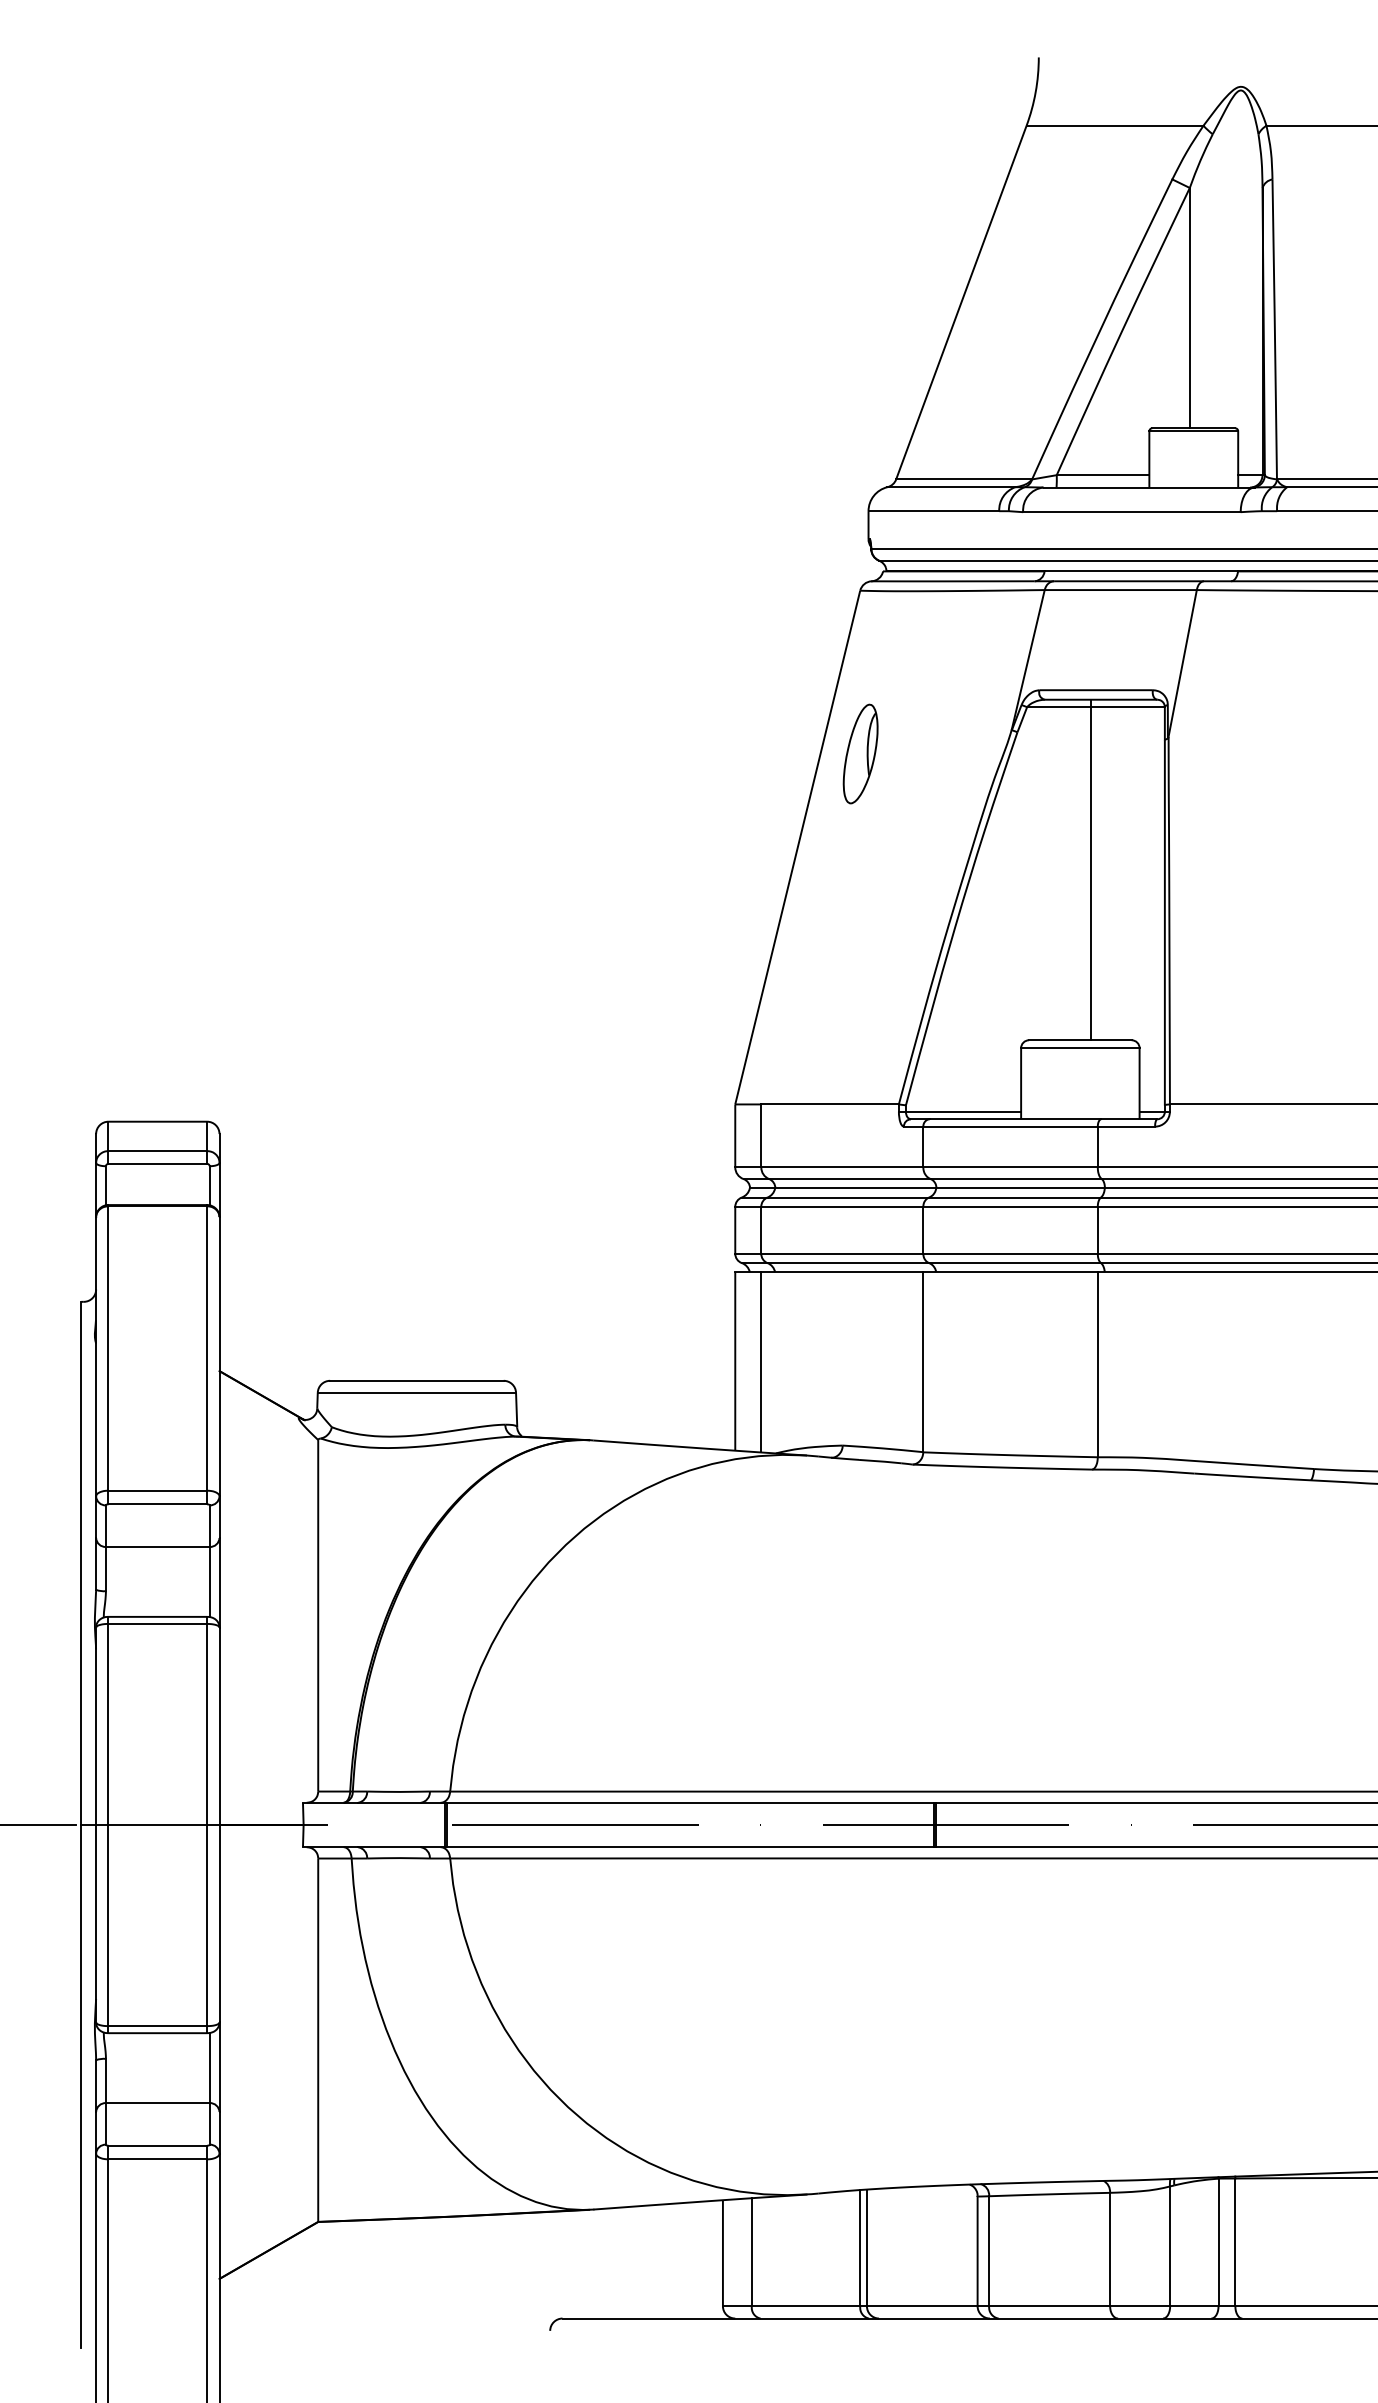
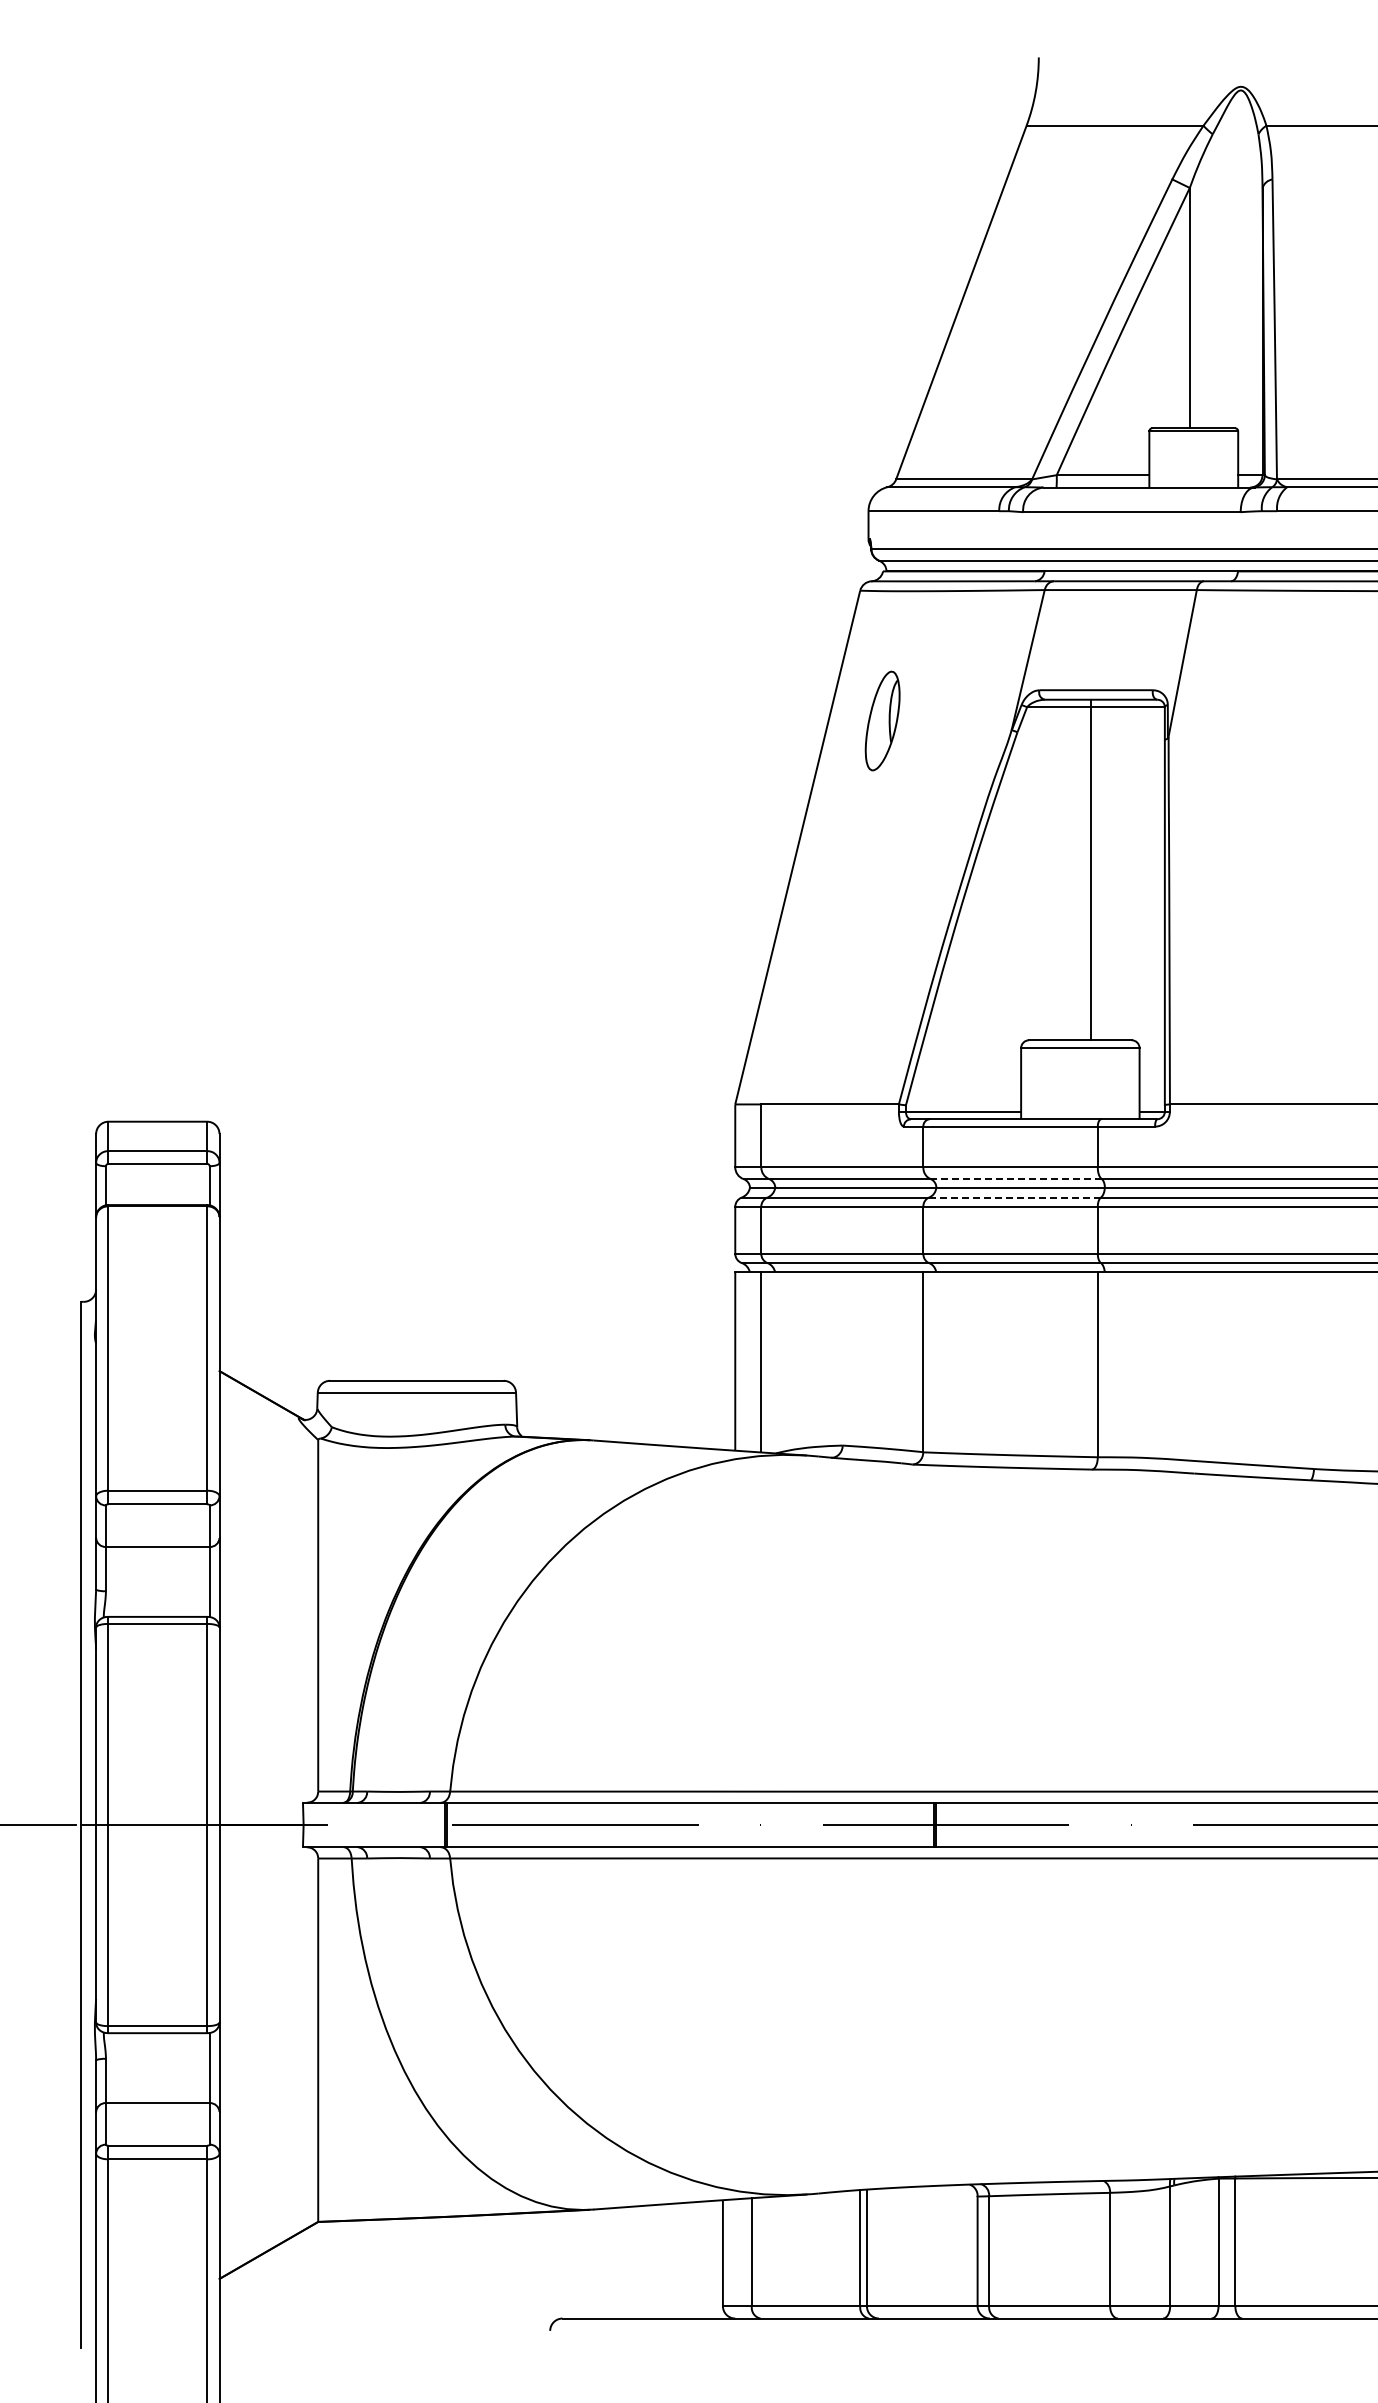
part at (860, 753) position: (860, 753) -> (882, 720)
line at (1016, 1179): solid -> dashed
line at (1015, 1197): solid -> dashed
